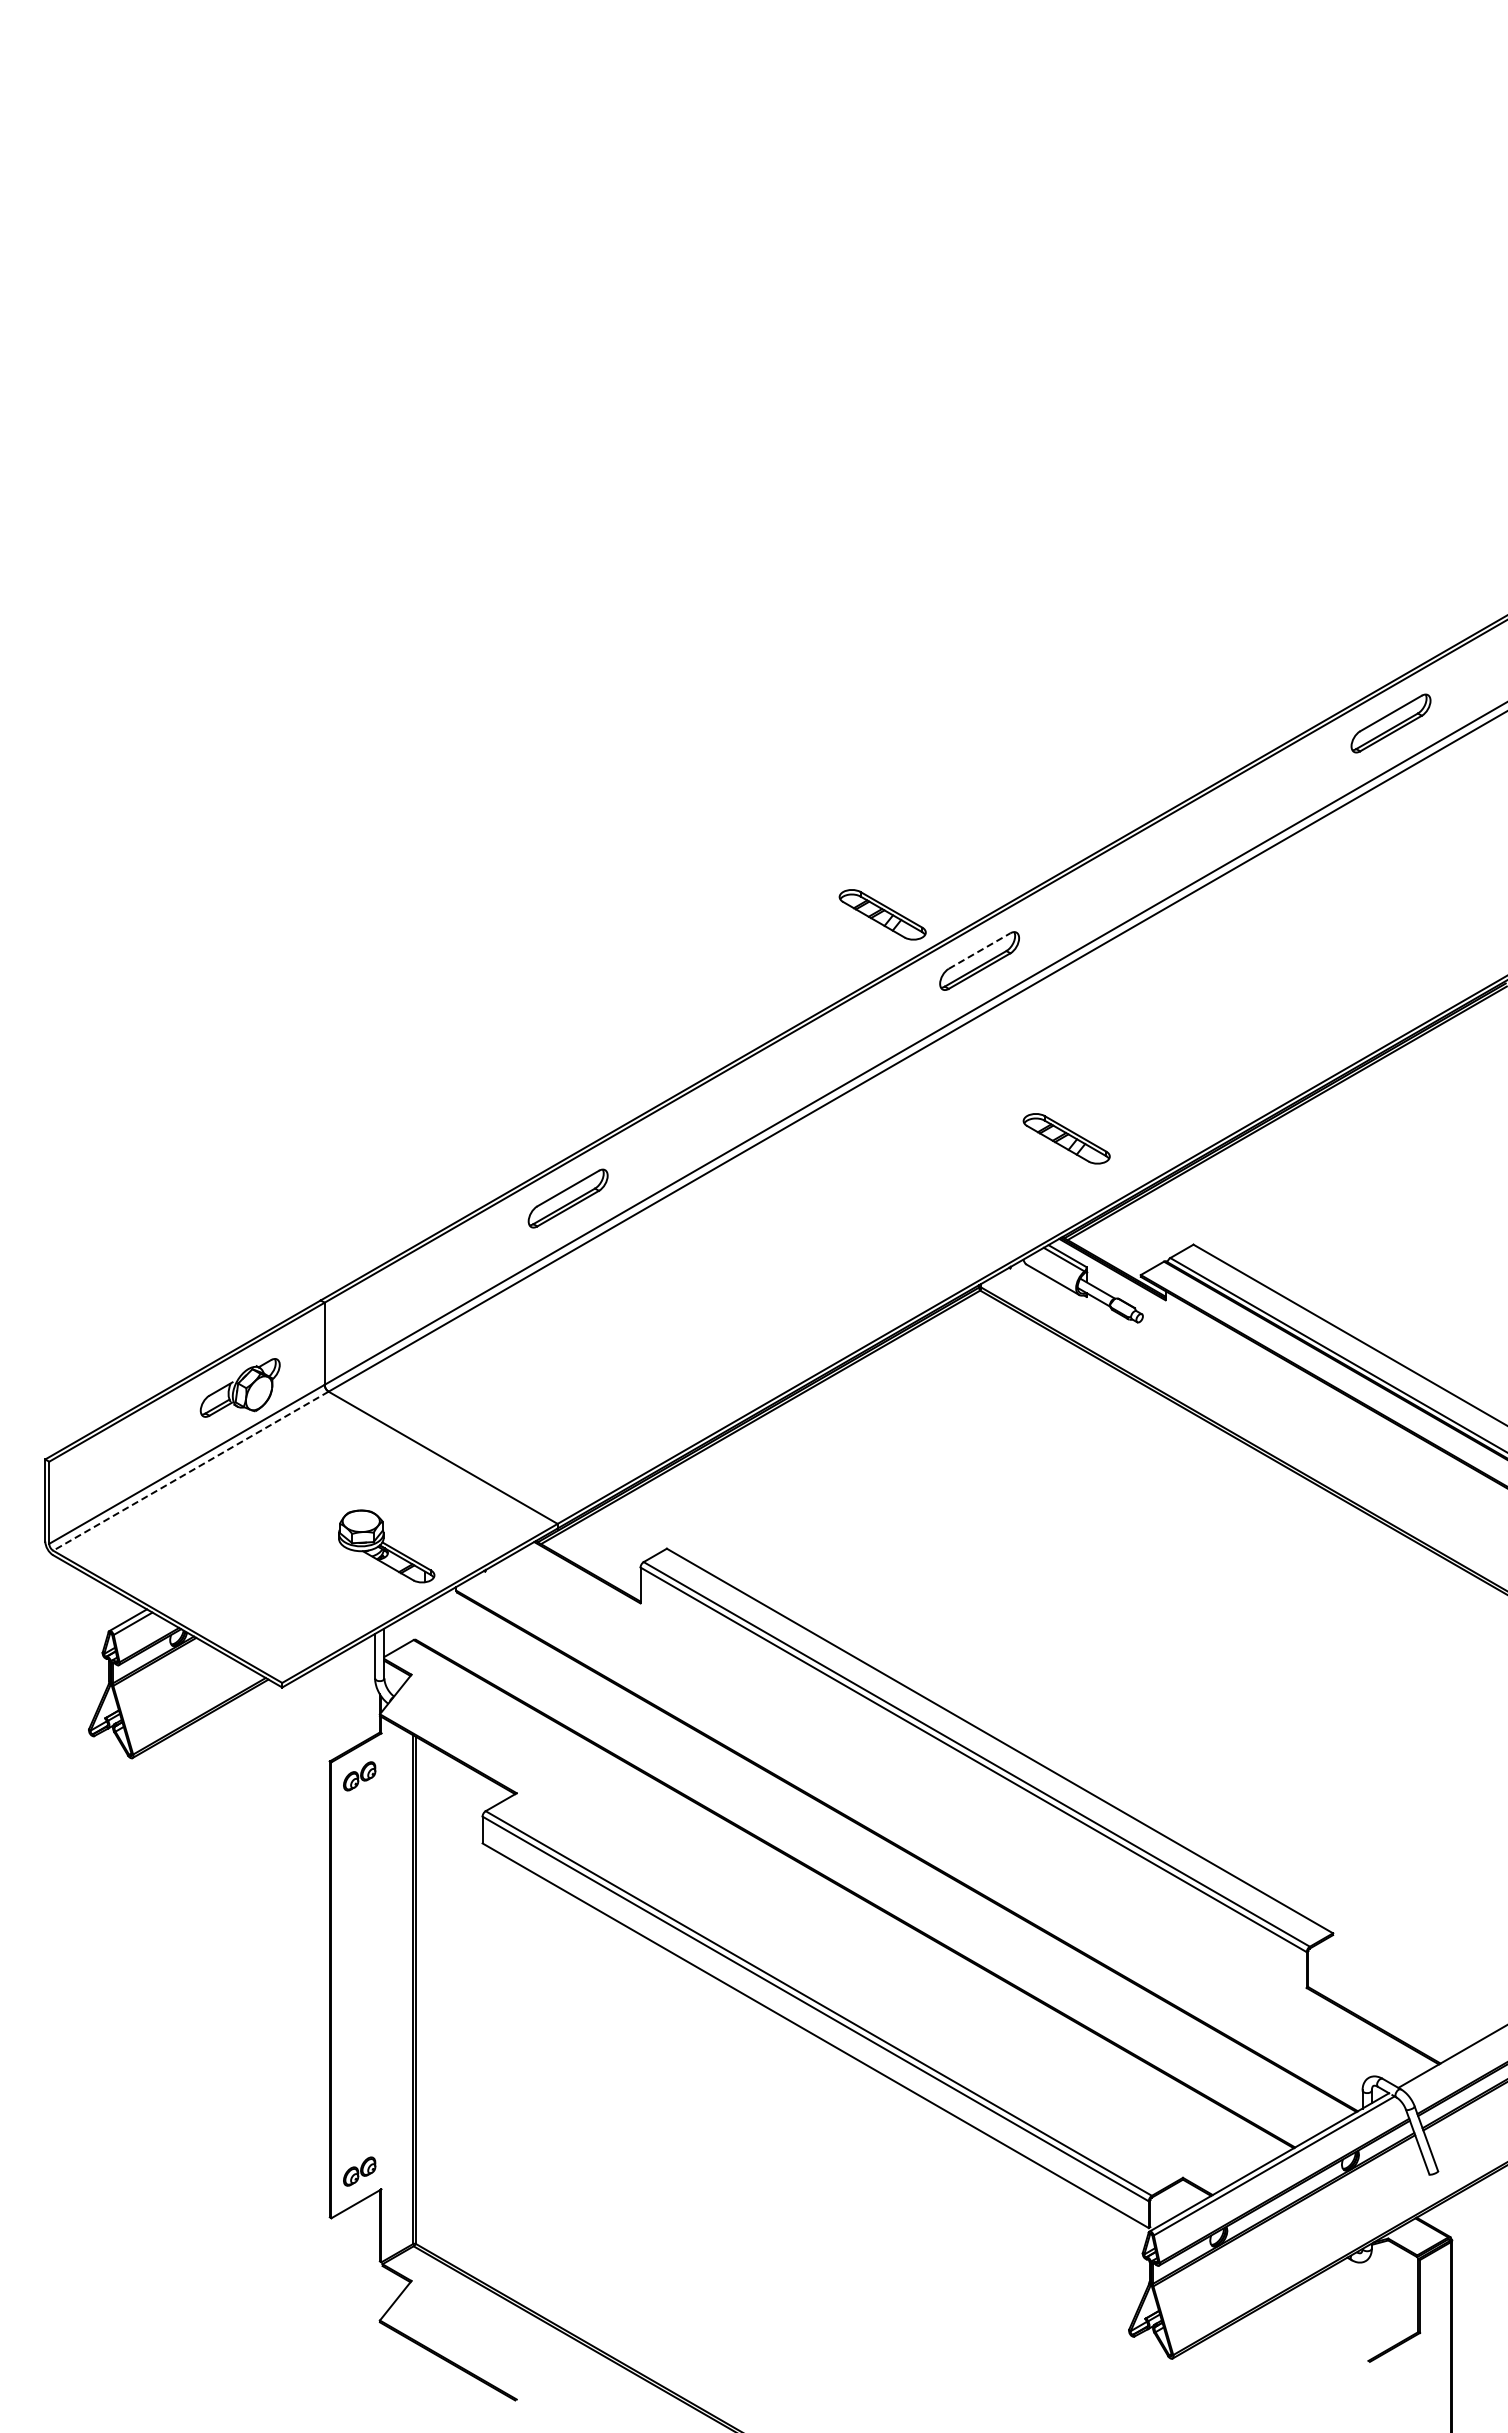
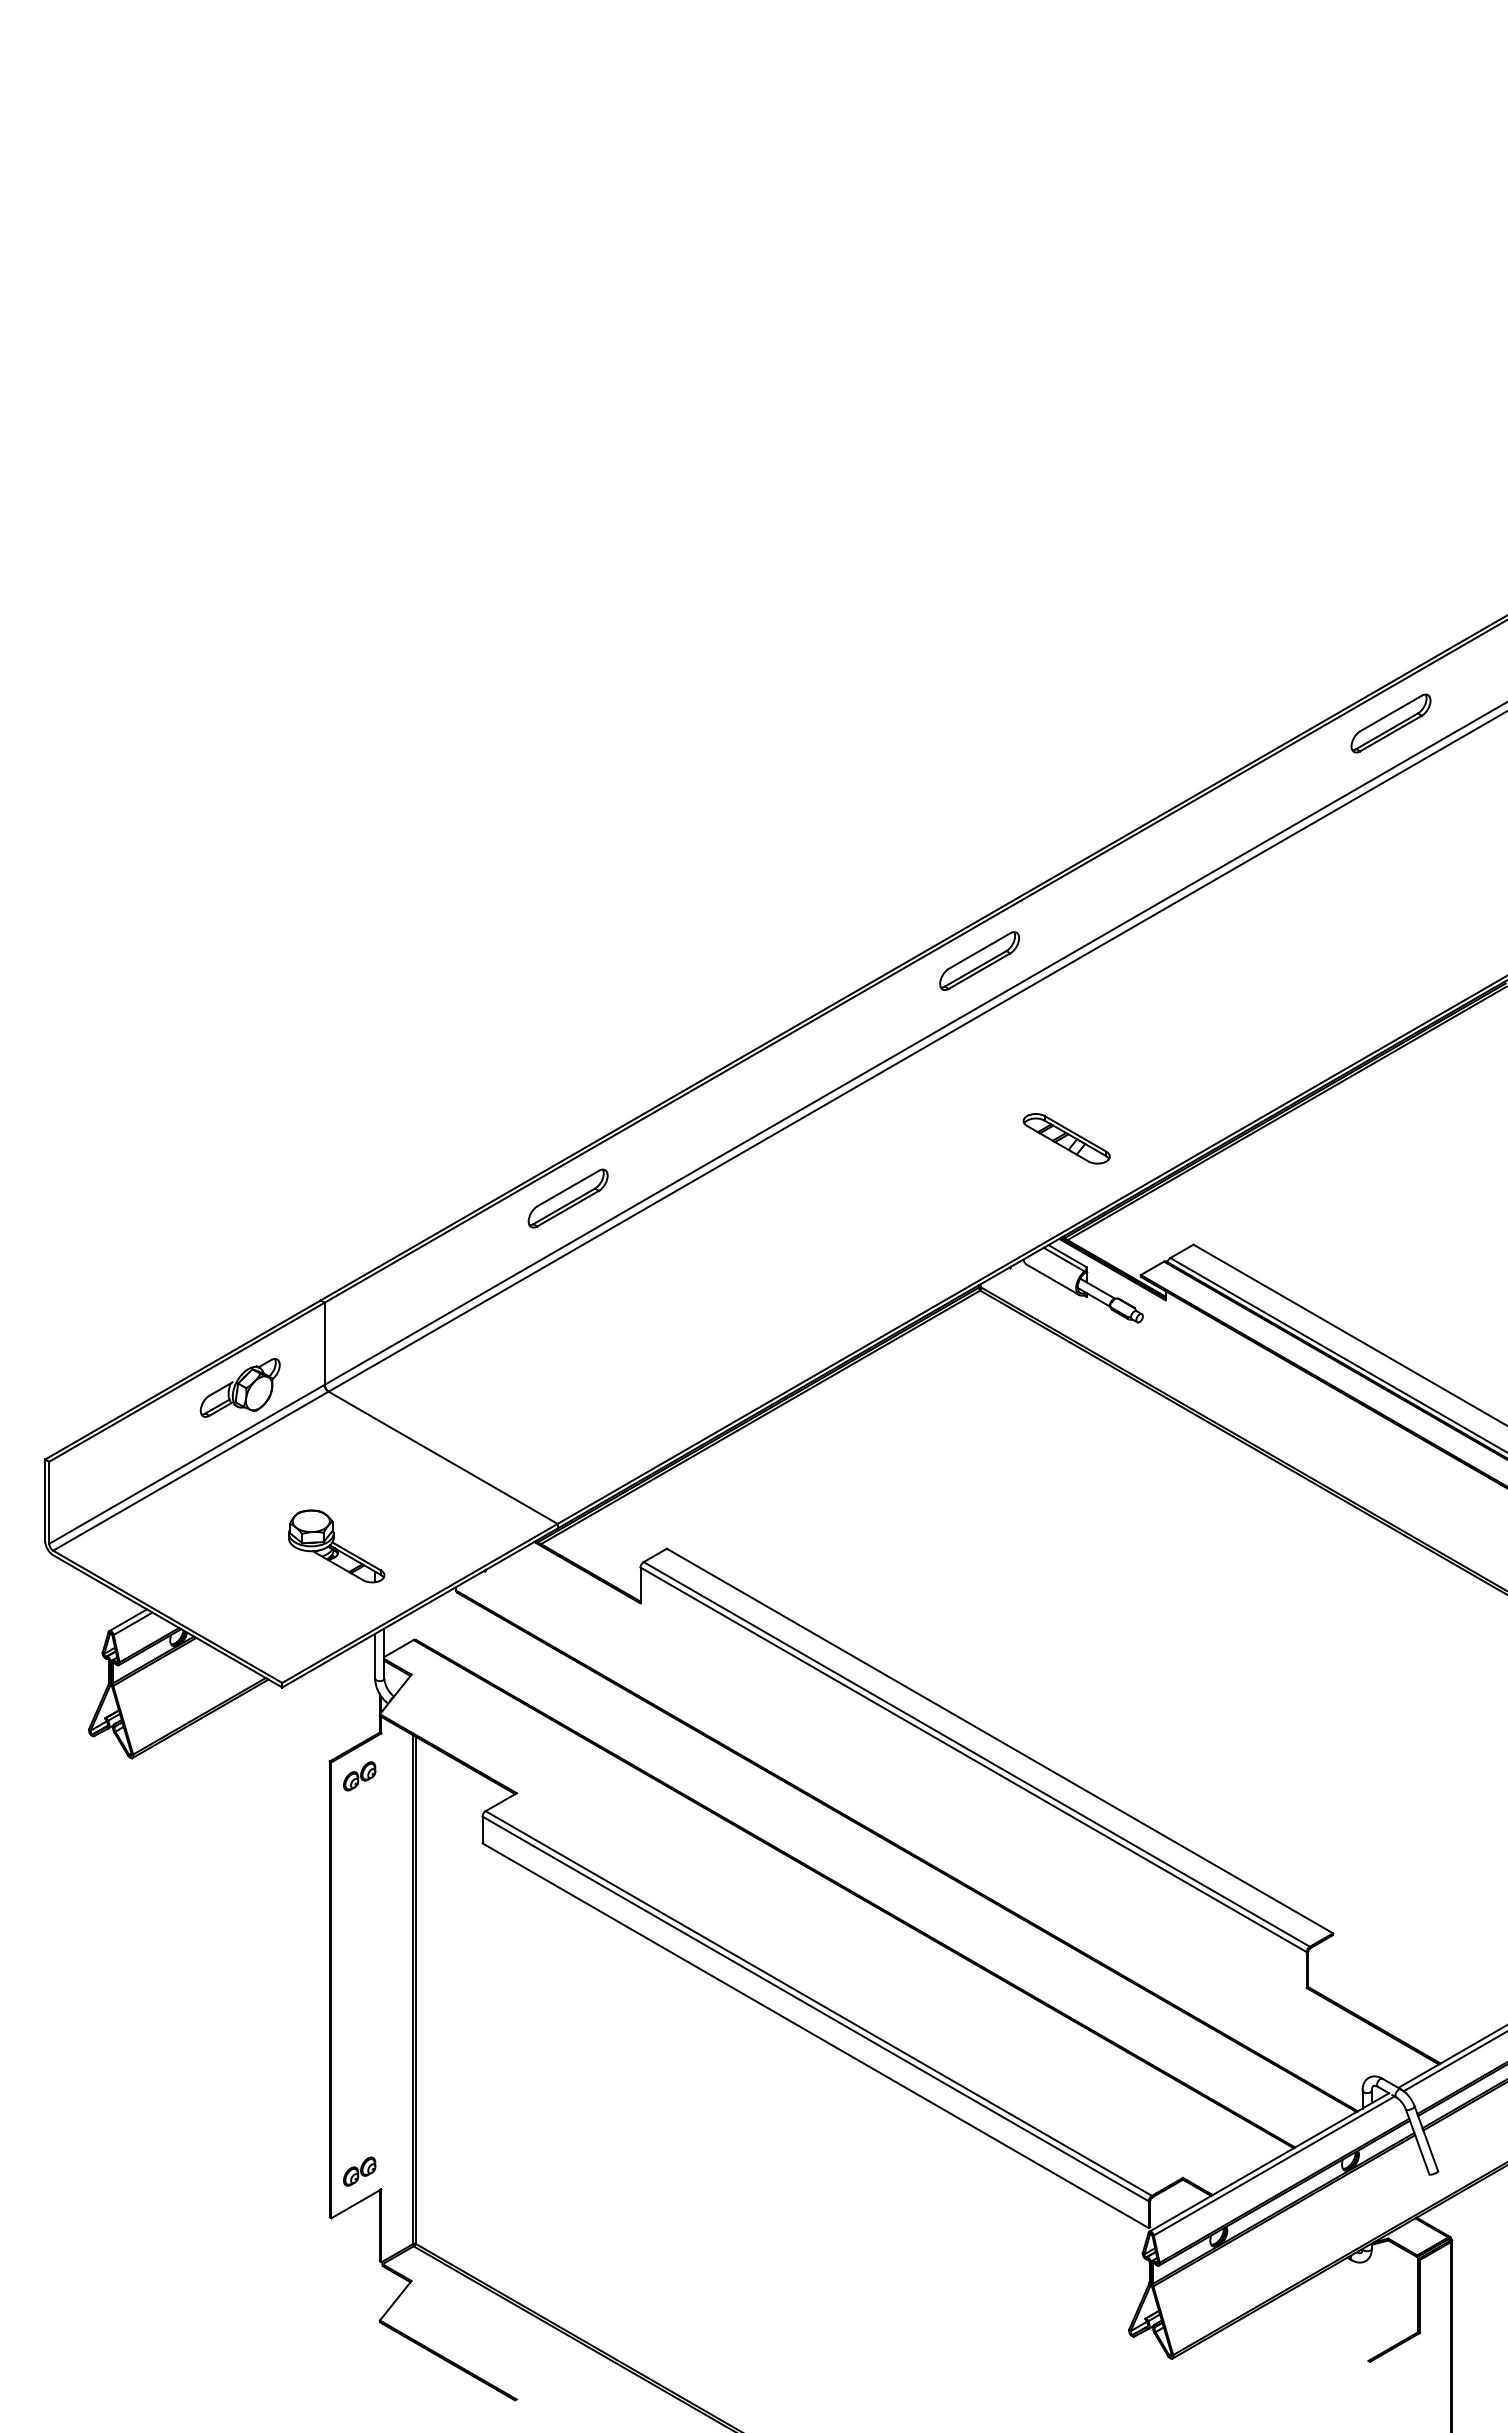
part at (882, 914): present -> none
line at (979, 951): dashed -> solid
line at (190, 1471): dashed -> solid
part at (386, 1546) position: (386, 1546) -> (336, 1546)
line at (1453, 2062): none -> present
